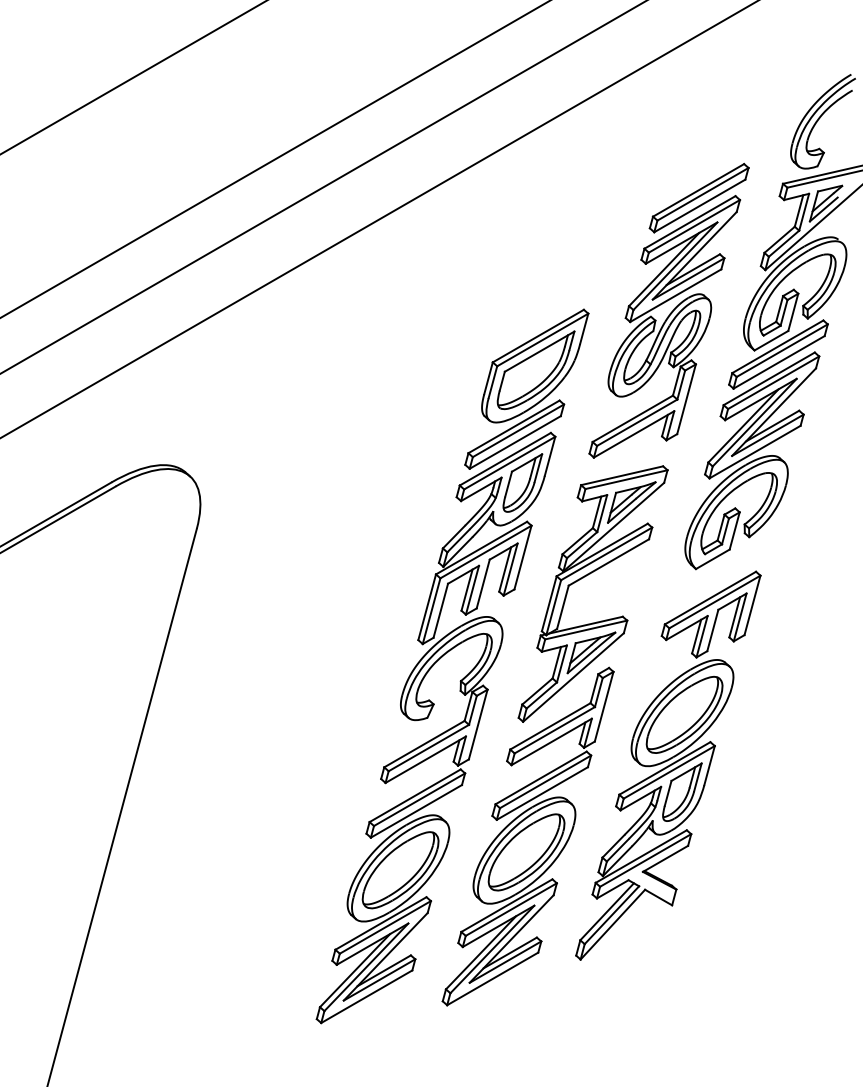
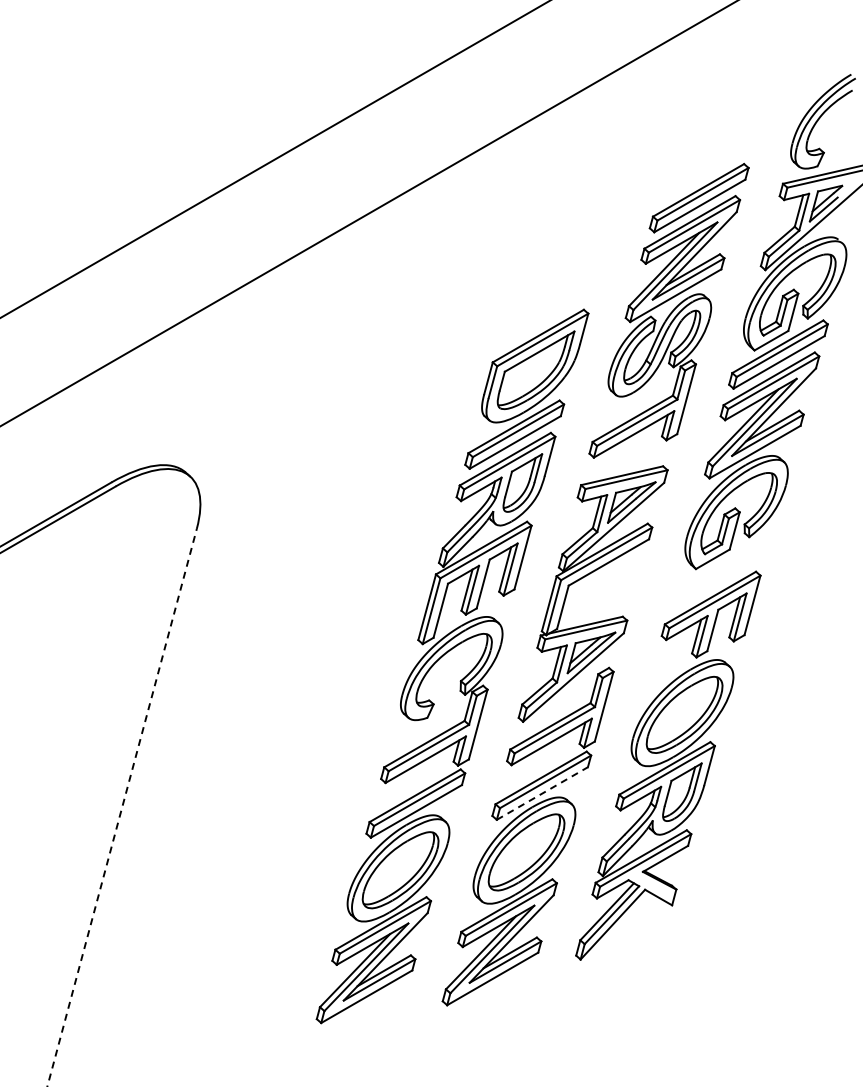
line at (132, 77): present -> none
line at (323, 187): present -> none
line at (378, 219) position: (378, 219) -> (368, 213)
line at (542, 793): solid -> dashed
line at (122, 807): solid -> dashed
